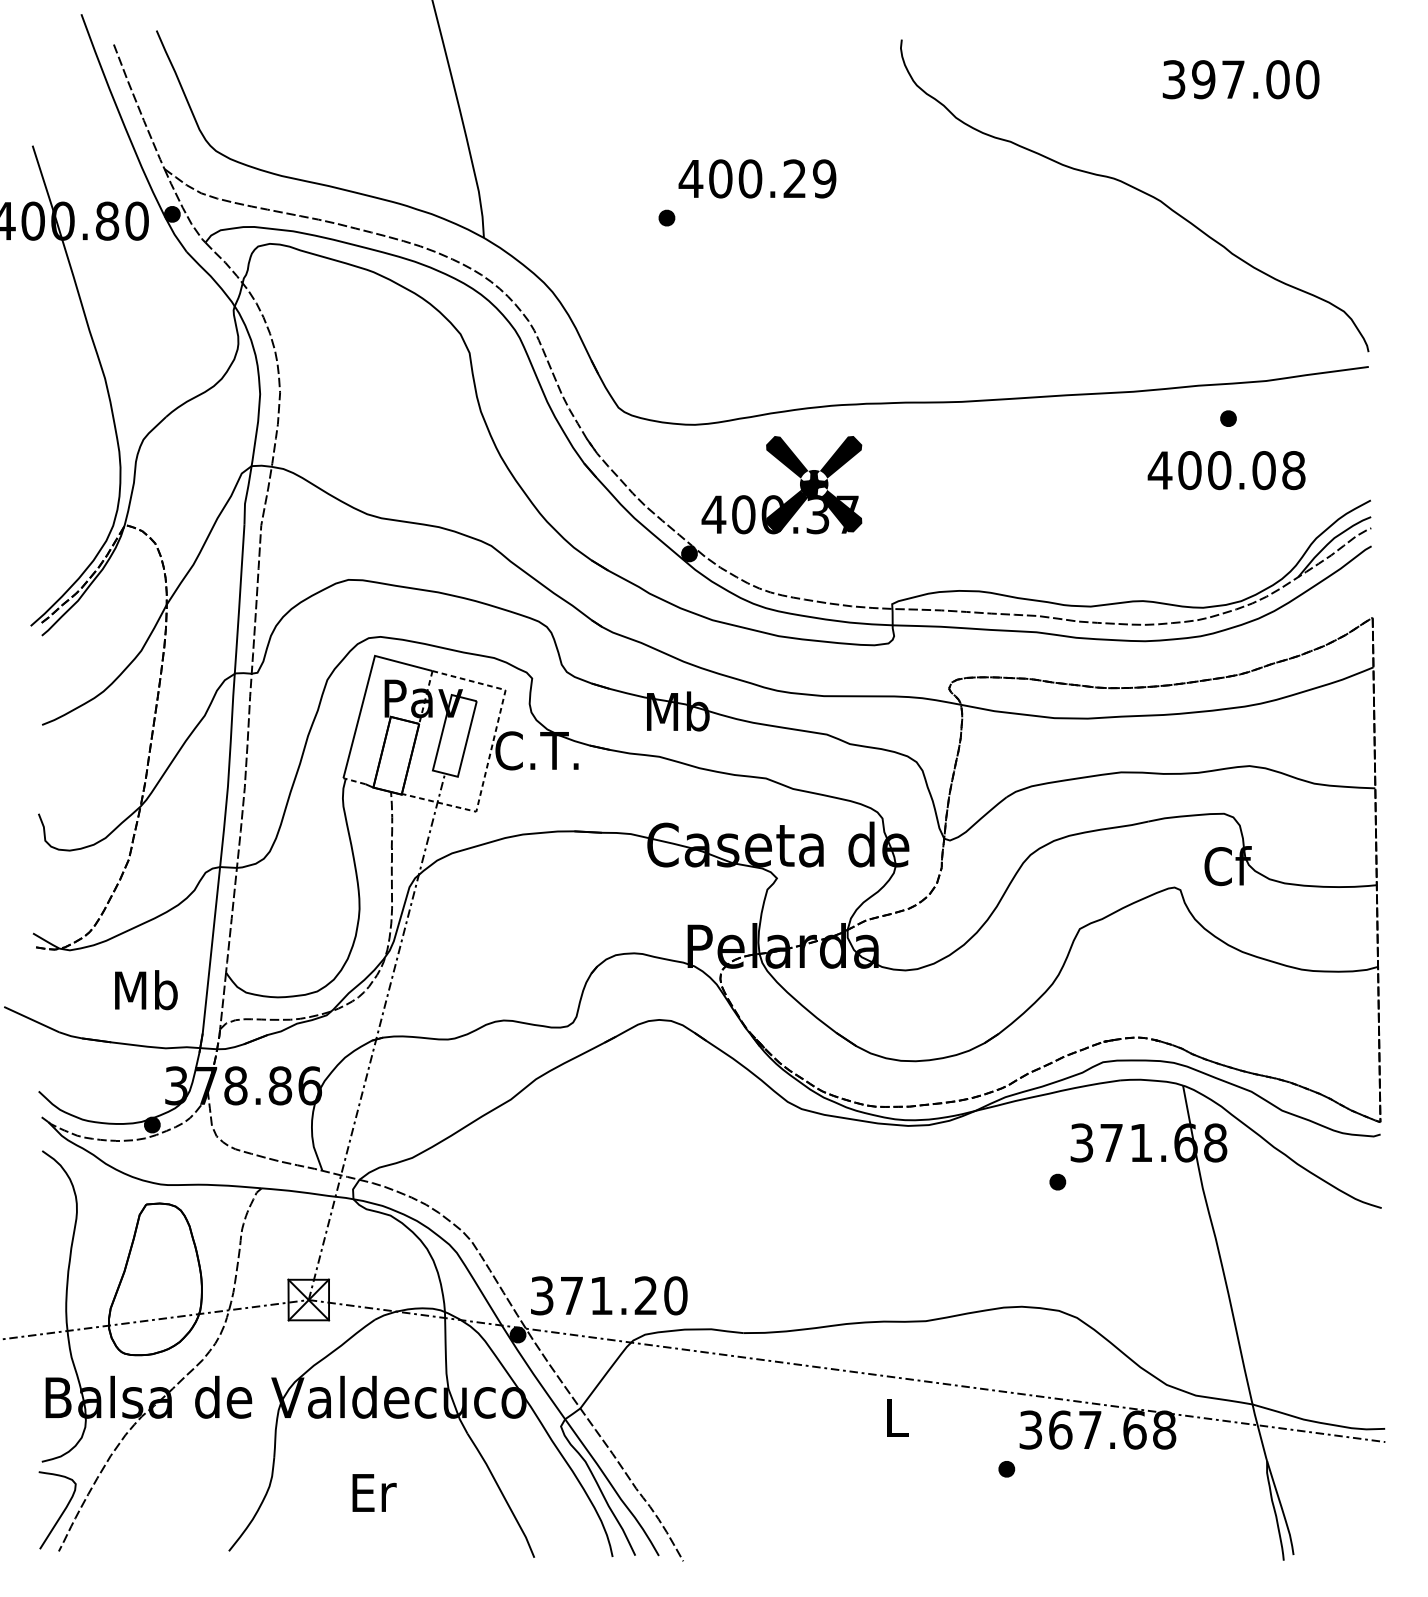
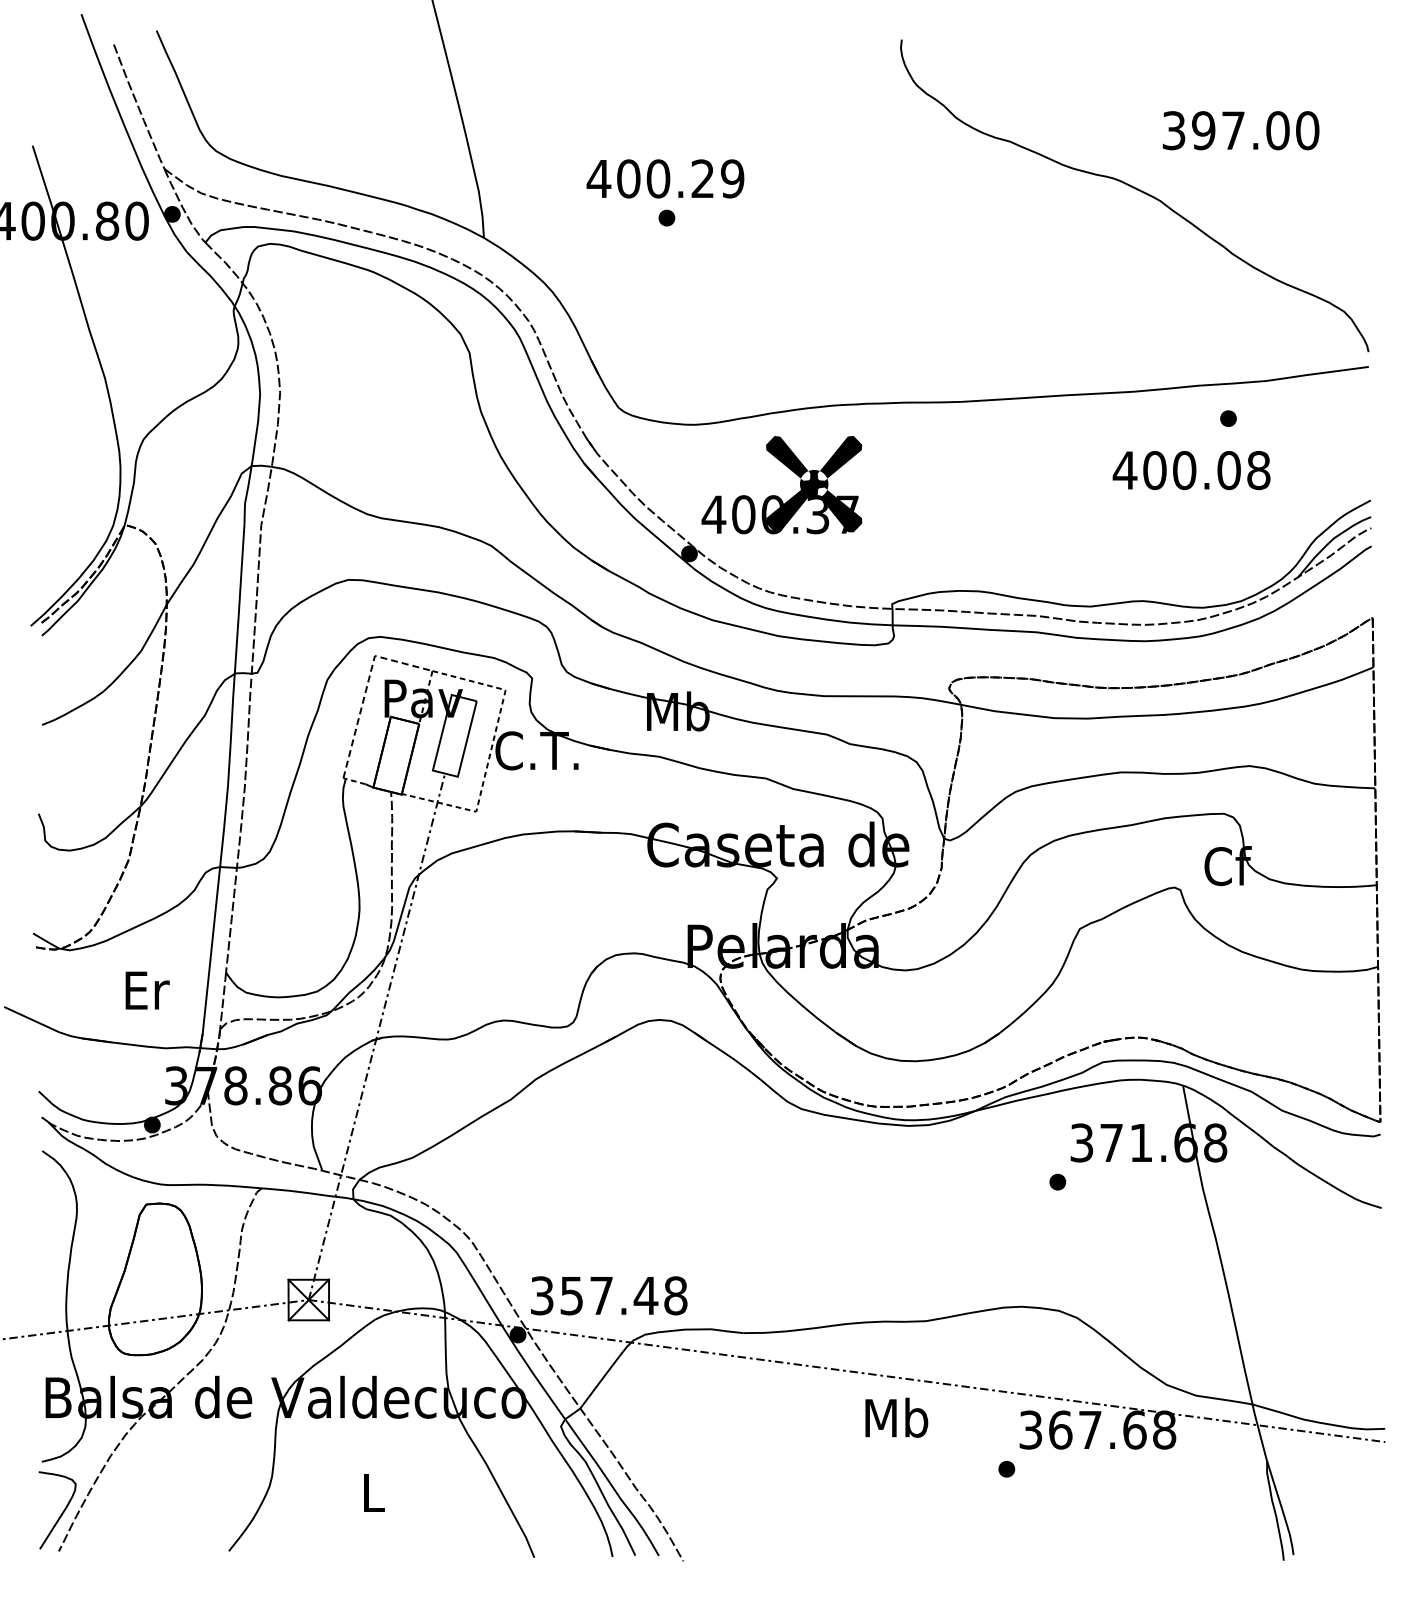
text at (1240, 79) position: (1240, 79) -> (1240, 130)
text at (757, 178) position: (757, 178) -> (665, 178)
text at (1226, 470) position: (1226, 470) -> (1191, 470)
line at (366, 687): solid -> dashed
text at (146, 990): Mb -> Er
text at (623, 1295): 371.20 -> 357.48
text at (896, 1417): L -> Mb
text at (374, 1492): Er -> L
